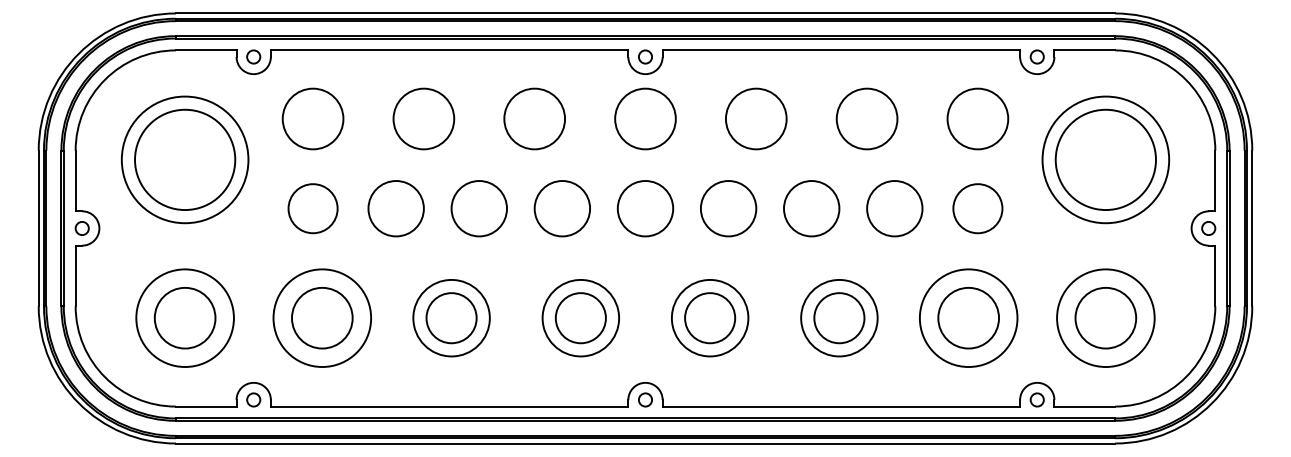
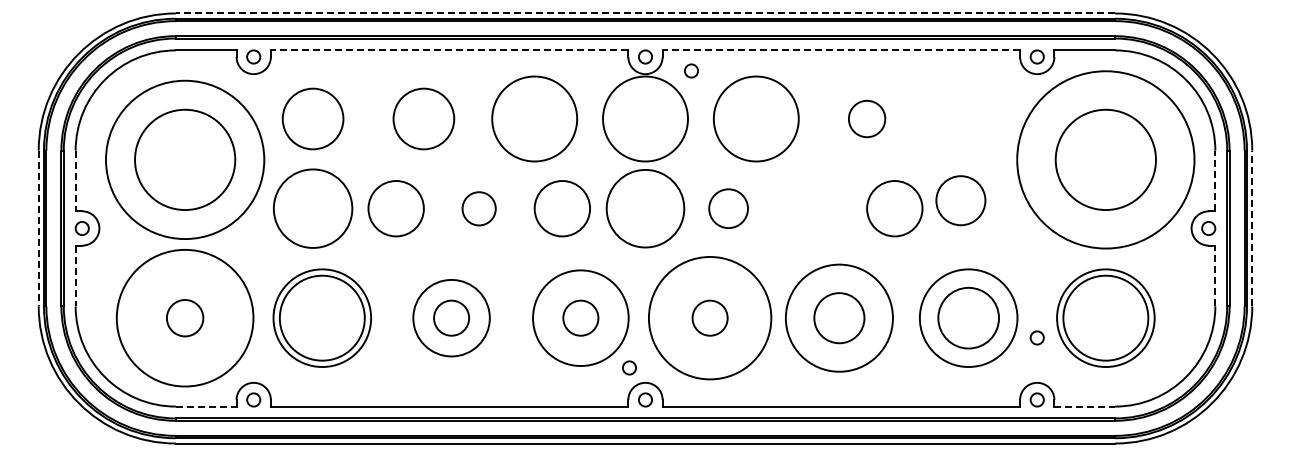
line at (645, 13): solid -> dashed
line at (449, 50): solid -> dashed
line at (841, 50): solid -> dashed
circle at (691, 70): none -> present
circle at (534, 118) diameter: 61 px -> 85 px
circle at (645, 118) diameter: 61 px -> 85 px
circle at (755, 118) diameter: 61 px -> 85 px
circle at (866, 118) diameter: 61 px -> 36 px
circle at (977, 118): present -> none
circle at (184, 159) diameter: 127 px -> 158 px
circle at (1105, 159) diameter: 127 px -> 177 px
line at (1215, 180): solid -> dashed
line at (75, 181): solid -> dashed
circle at (312, 208) diameter: 49 px -> 79 px
circle at (478, 208) size: 58x58 px -> 36x36 px
circle at (645, 208) diameter: 55 px -> 78 px
circle at (728, 208) diameter: 55 px -> 39 px
circle at (811, 208): present -> none
circle at (977, 208) position: (977, 208) -> (960, 200)
line at (38, 228): solid -> dashed
line at (1252, 228): solid -> dashed
line at (1215, 275): solid -> dashed
line at (75, 276): solid -> dashed
circle at (184, 317) diameter: 61 px -> 36 px
circle at (321, 317) diameter: 61 px -> 85 px
circle at (580, 317) diameter: 77 px -> 96 px
circle at (709, 317) diameter: 77 px -> 122 px
circle at (839, 317) diameter: 77 px -> 107 px
circle at (1105, 317) diameter: 61 px -> 85 px
circle at (184, 318) diameter: 98 px -> 137 px
circle at (451, 318) diameter: 50 px -> 35 px
circle at (580, 318) diameter: 50 px -> 35 px
circle at (710, 318) diameter: 50 px -> 35 px
circle at (1036, 337): none -> present
circle at (629, 367): none -> present
line at (206, 406): solid -> dashed
line at (1085, 406): solid -> dashed
